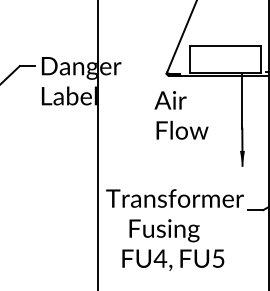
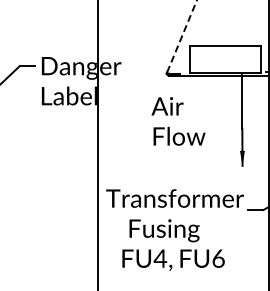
line at (182, 36): solid -> dashed
text at (181, 115) position: (181, 115) -> (178, 121)
text at (218, 258): FU5 -> FU6
